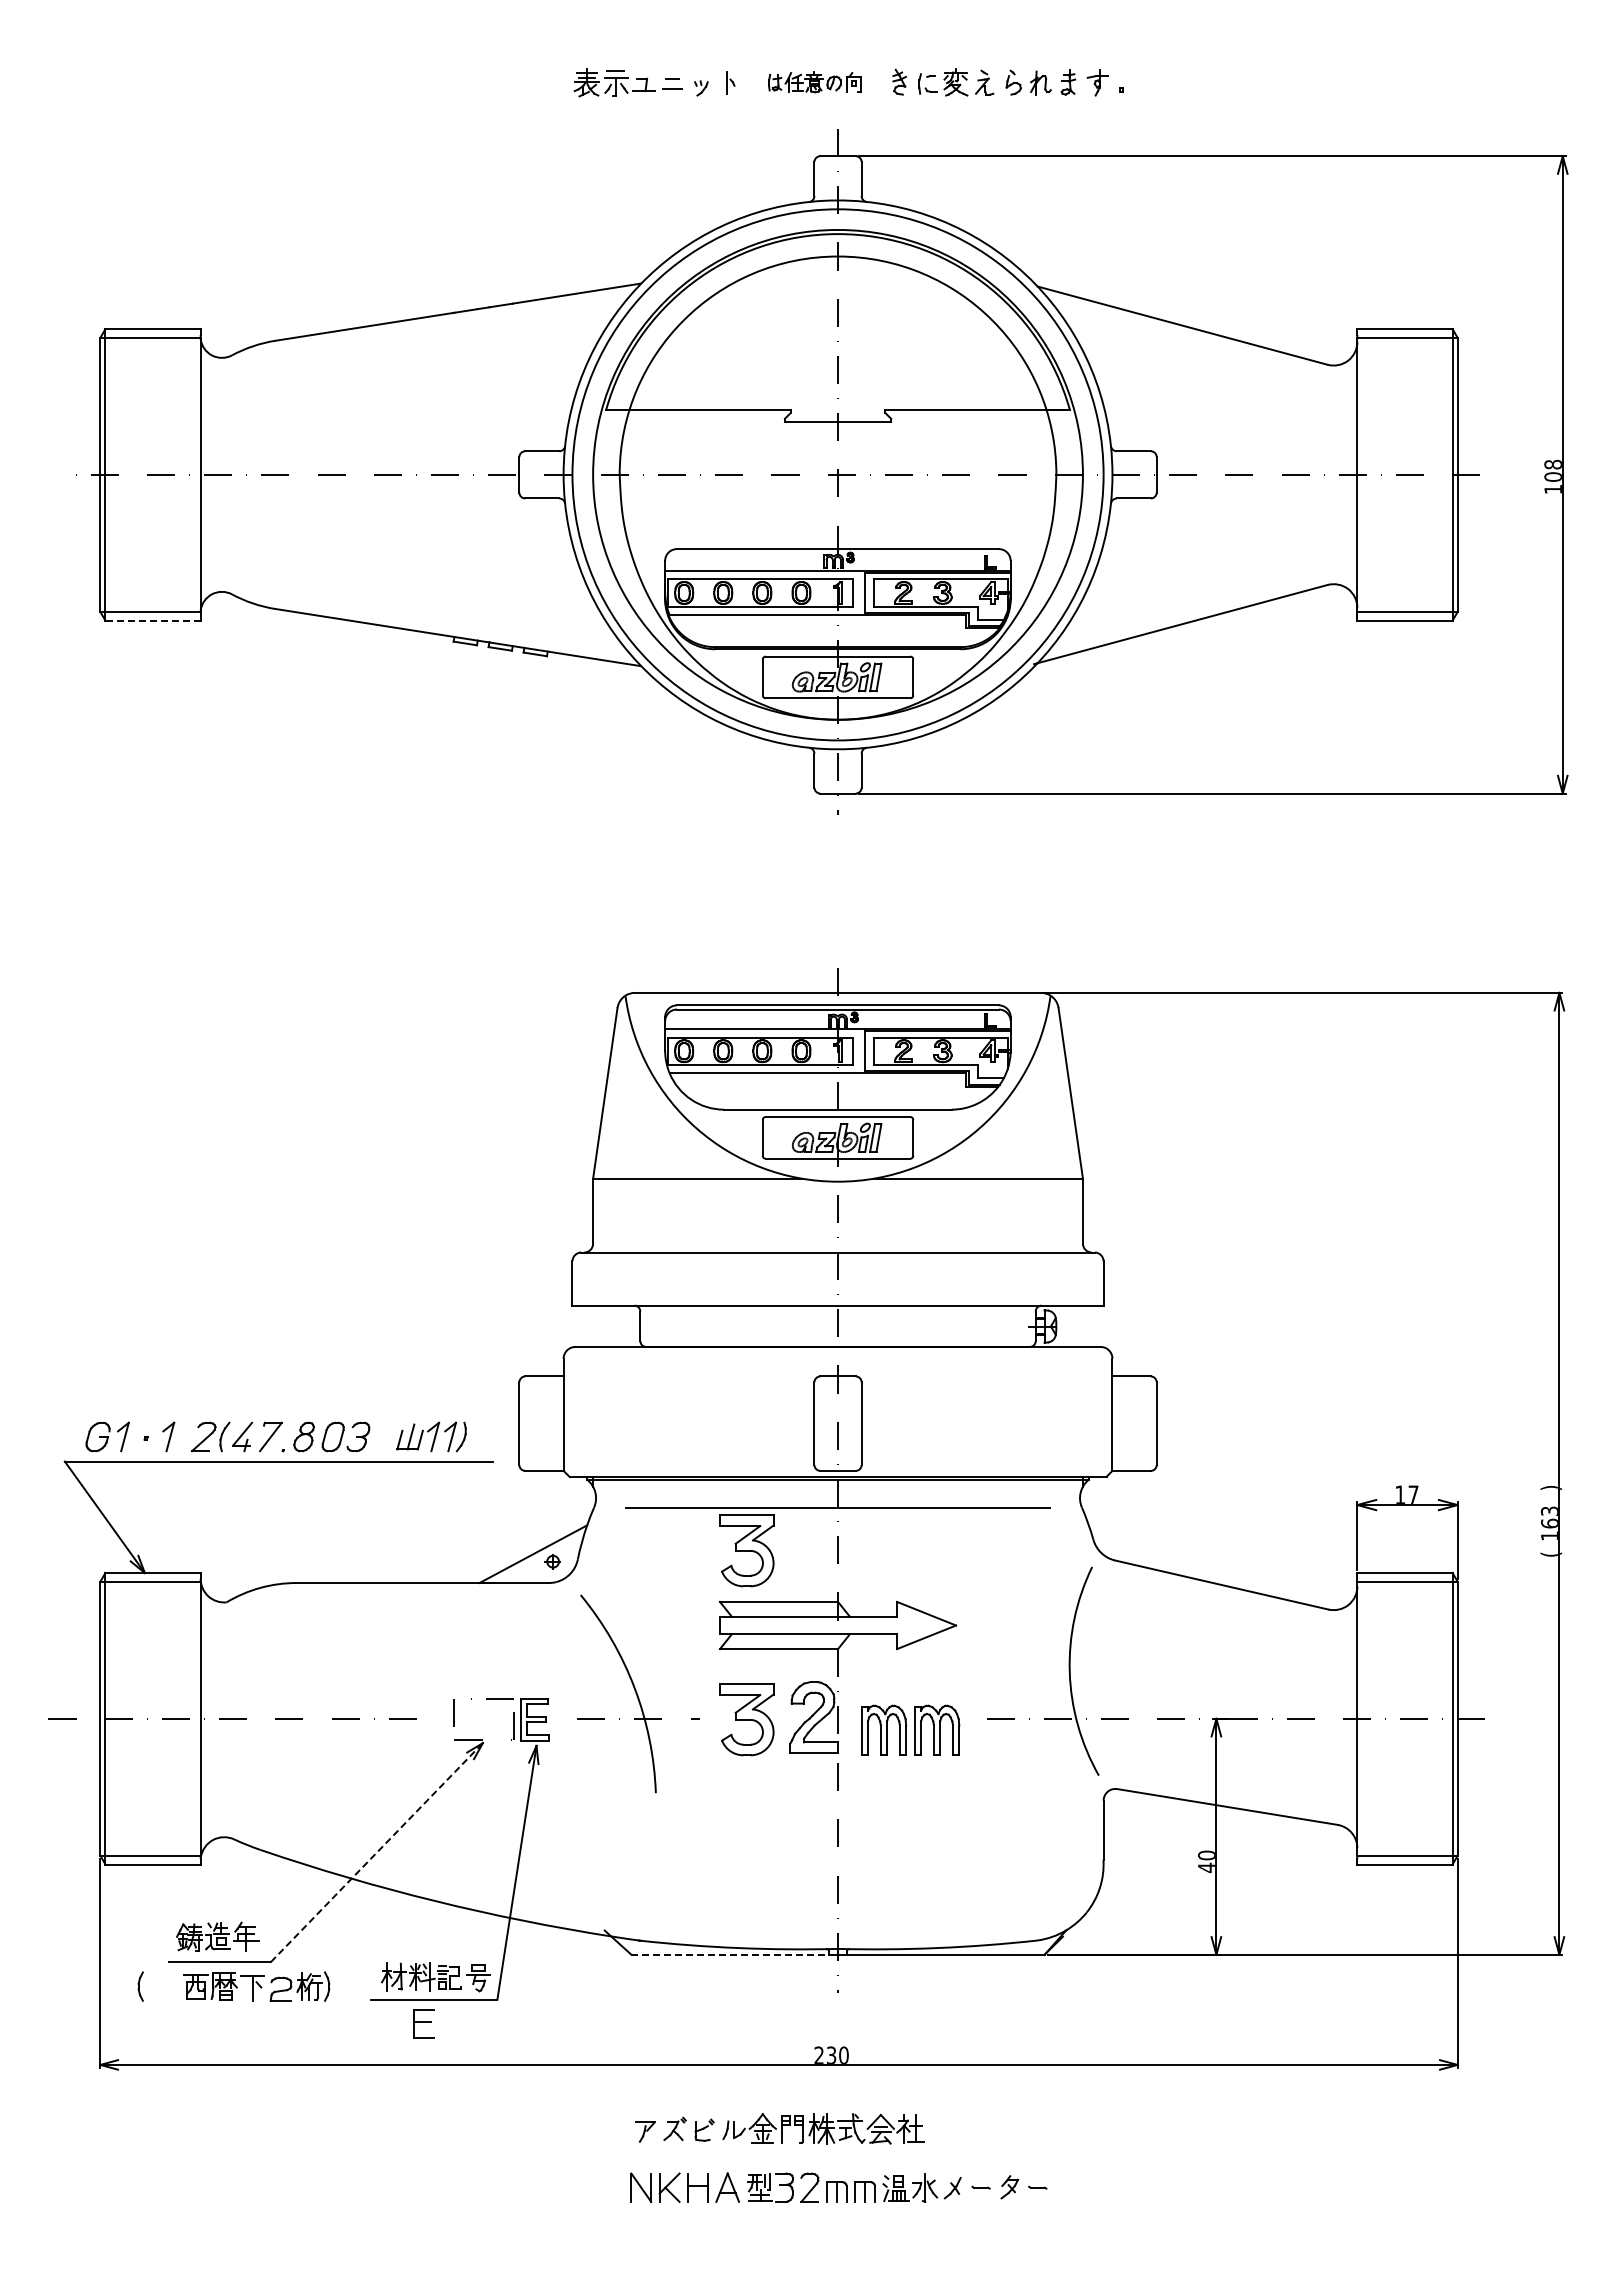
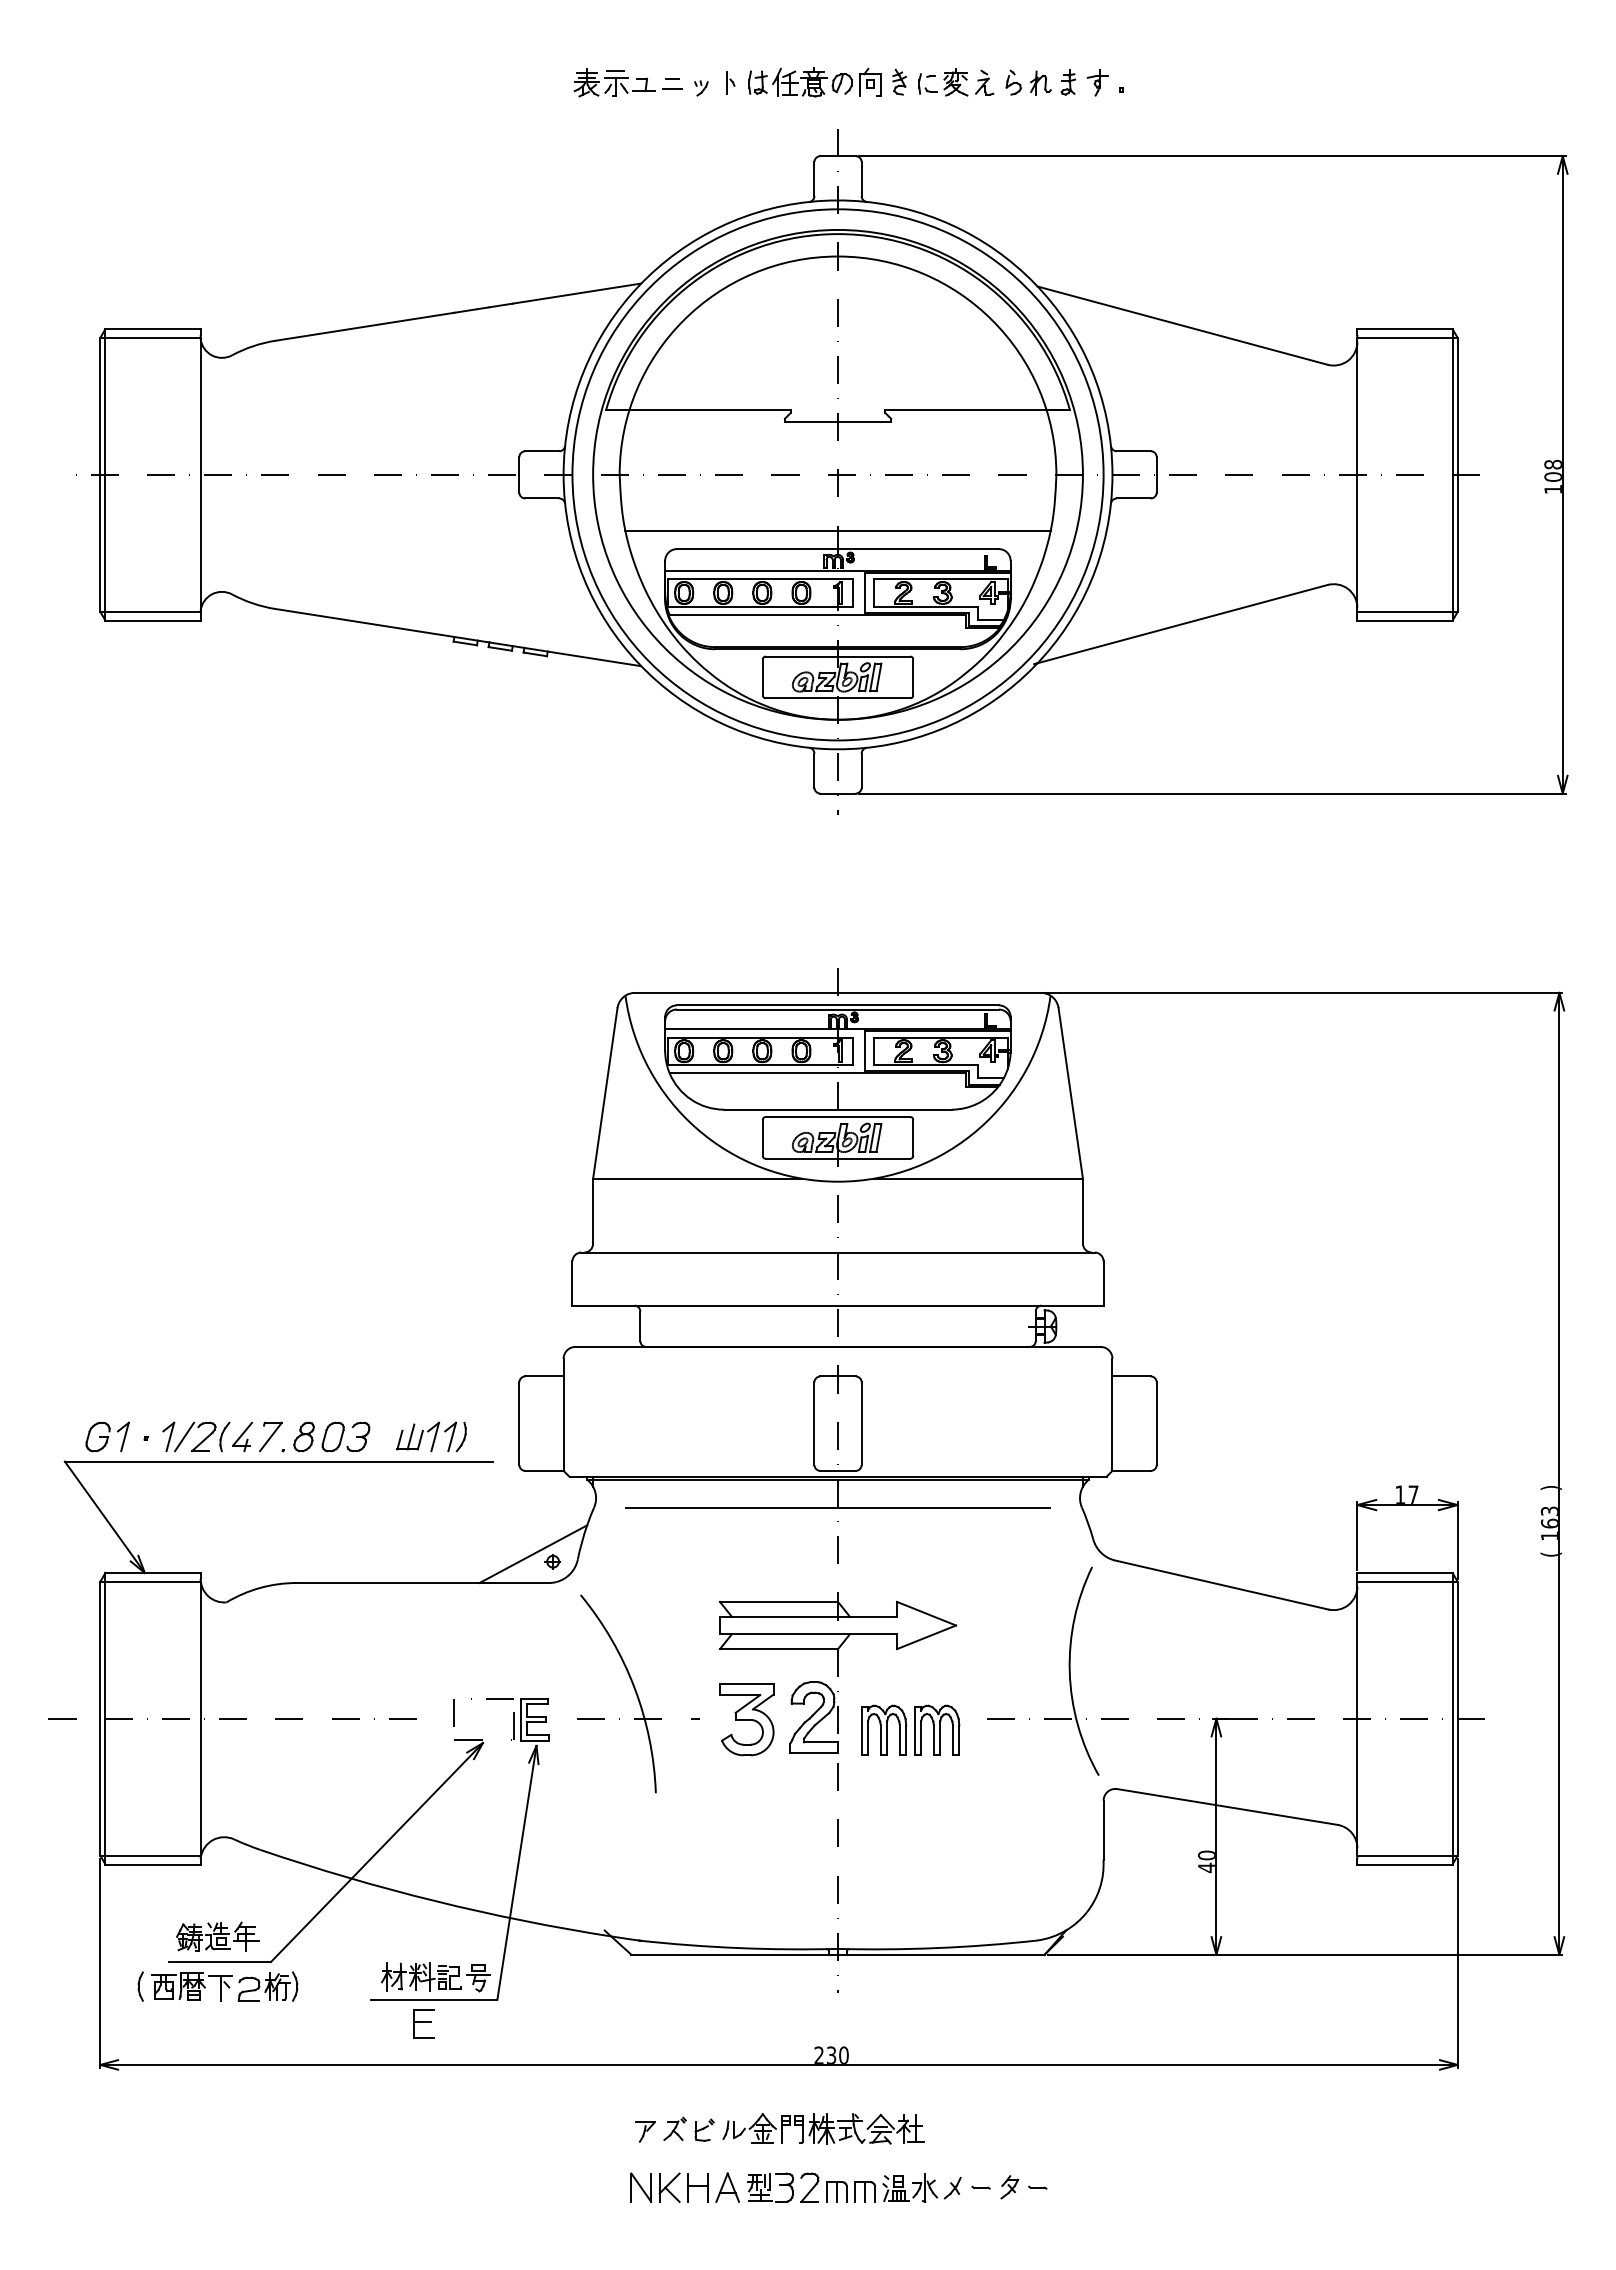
part at (814, 82) size: 94x23 px -> 134x31 px
line at (837, 530): none -> present
line at (153, 620): dashed -> solid
line at (184, 1436): none -> present
part at (746, 1550): present -> none
line at (377, 1852): dashed -> solid
line at (730, 1954): dashed -> solid
part at (256, 1986) position: (256, 1986) -> (224, 1986)
